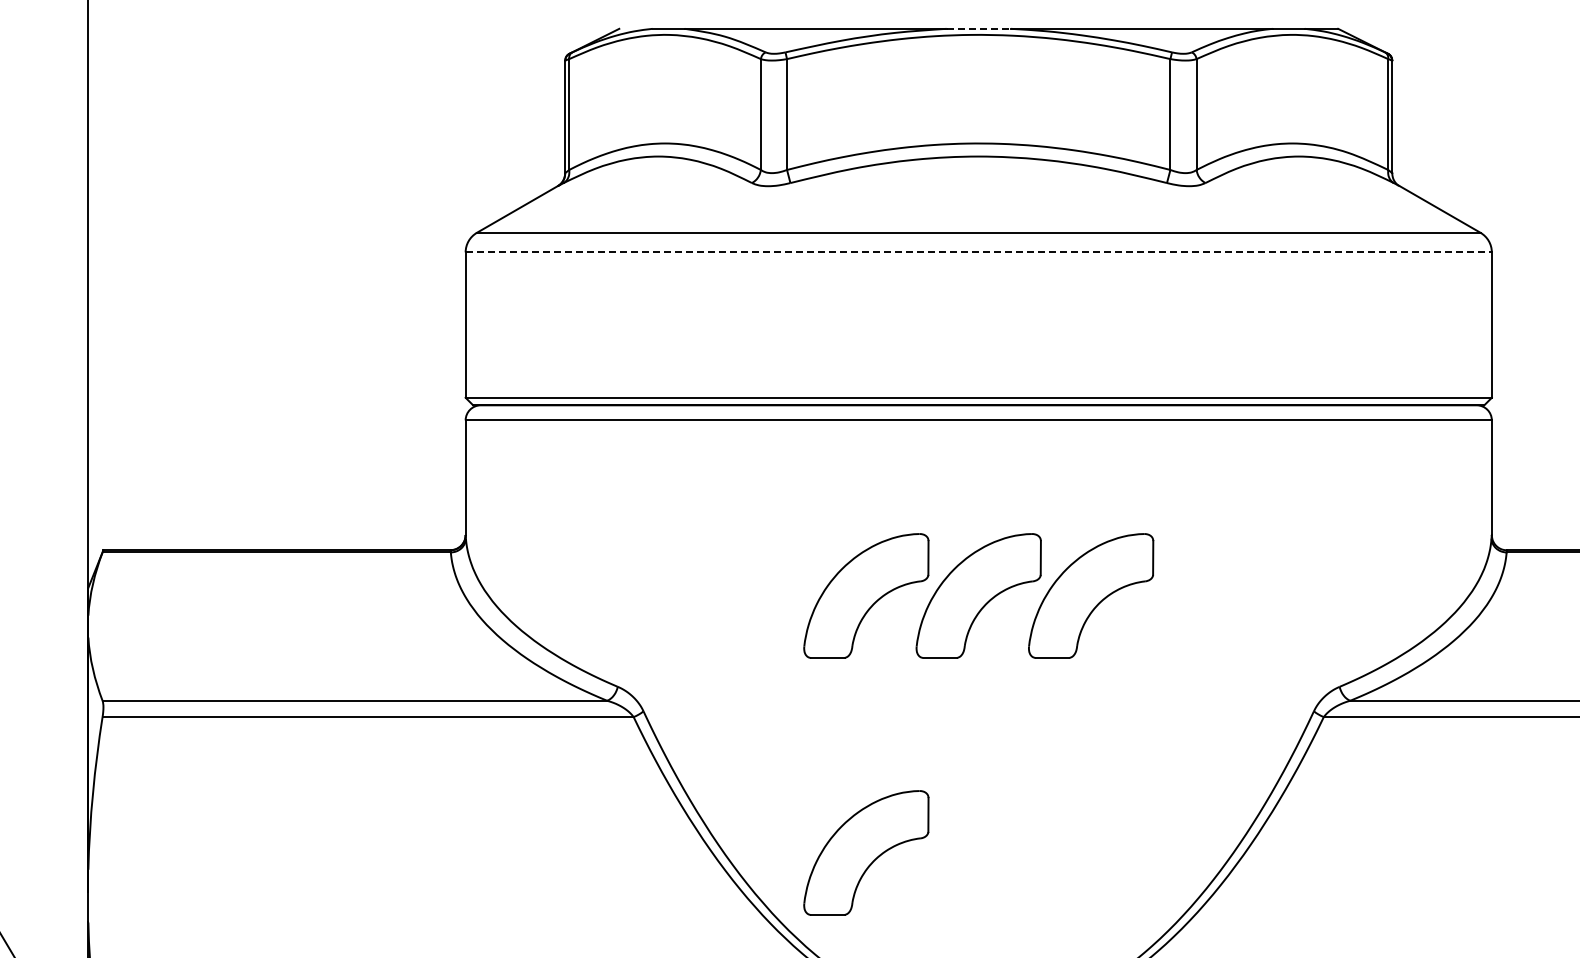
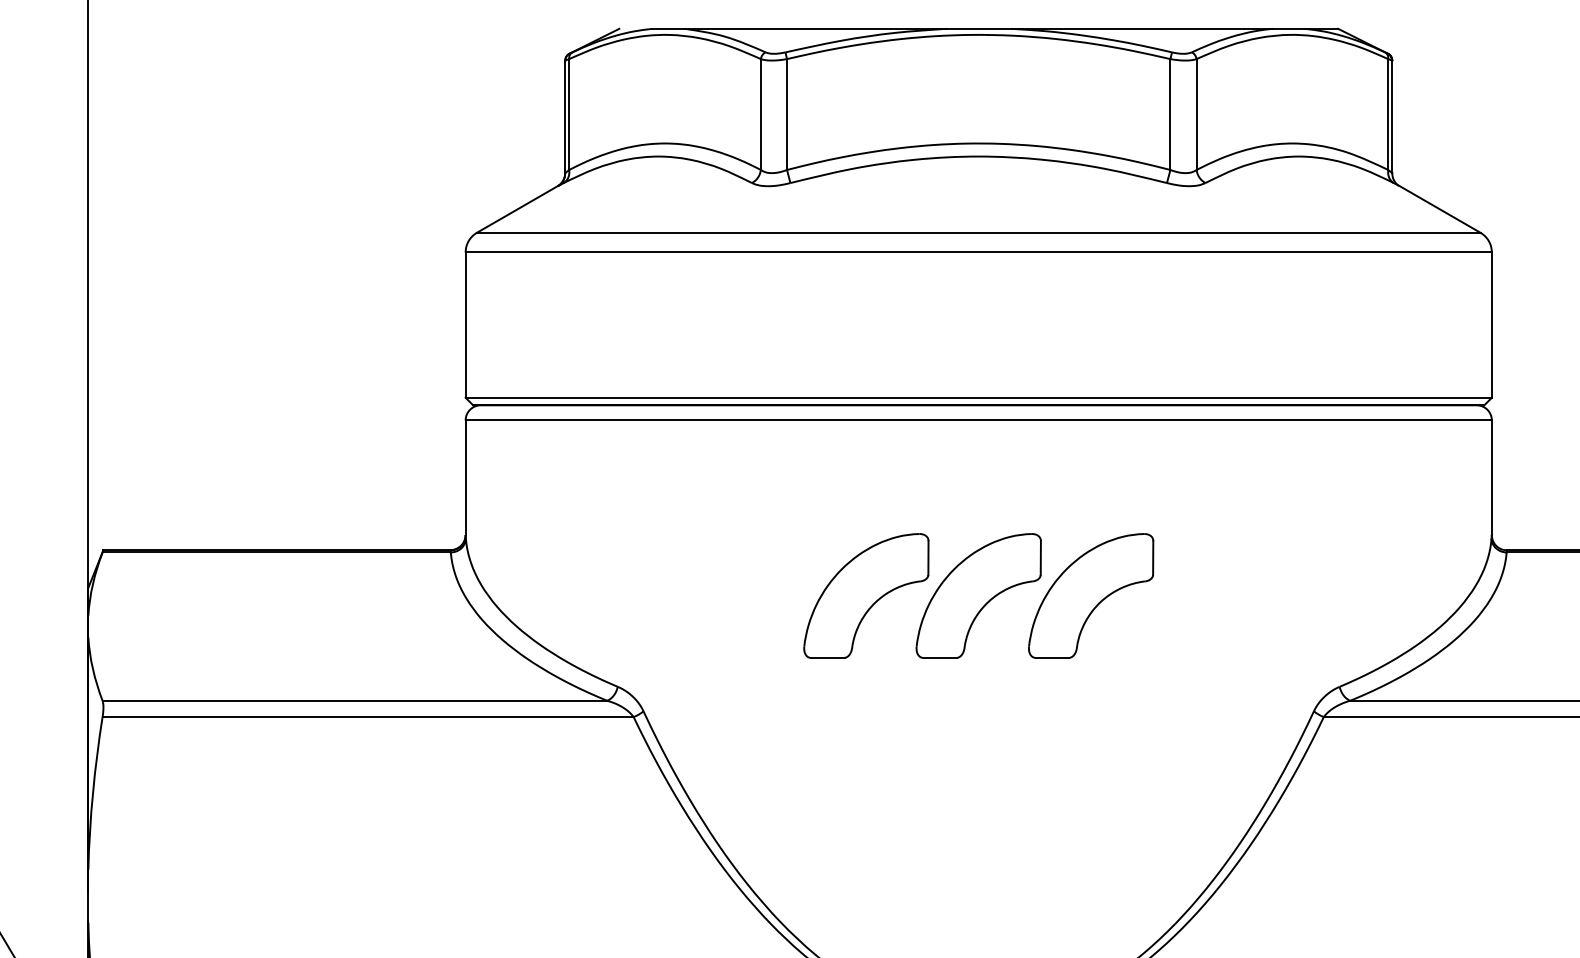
line at (979, 28): dashed -> solid
line at (979, 252): dashed -> solid
part at (866, 852): present -> none
